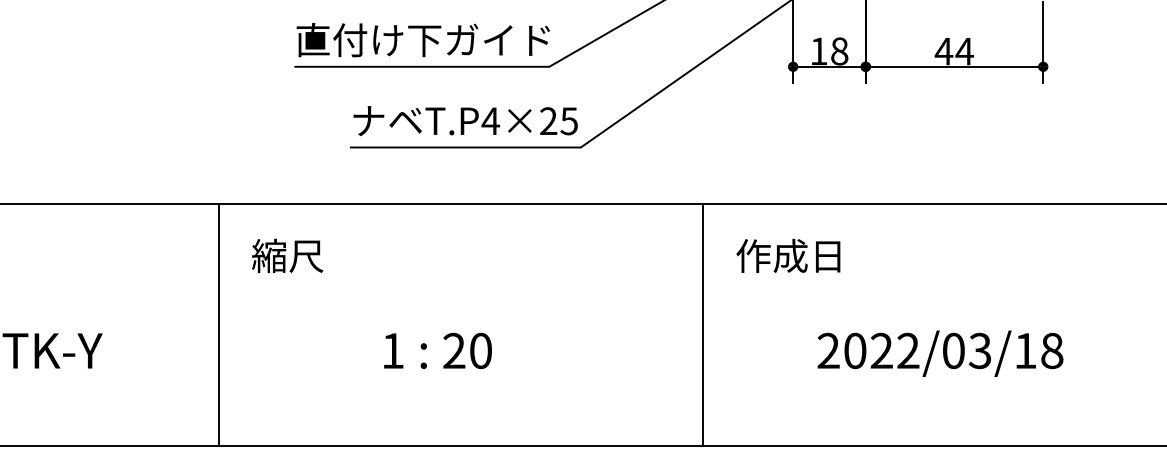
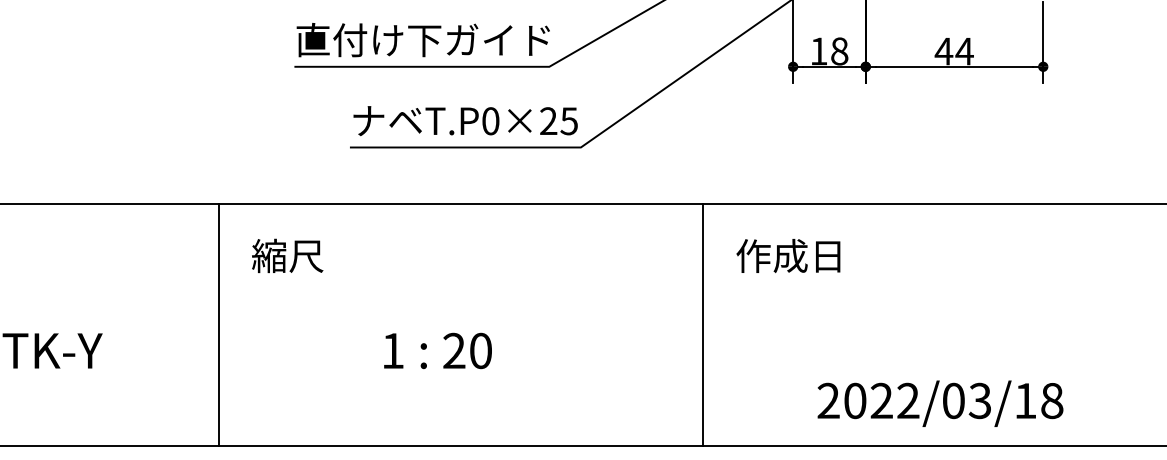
text at (490, 121): T.P4×25 -> T.P0×25
text at (940, 353) position: (940, 353) -> (940, 403)
